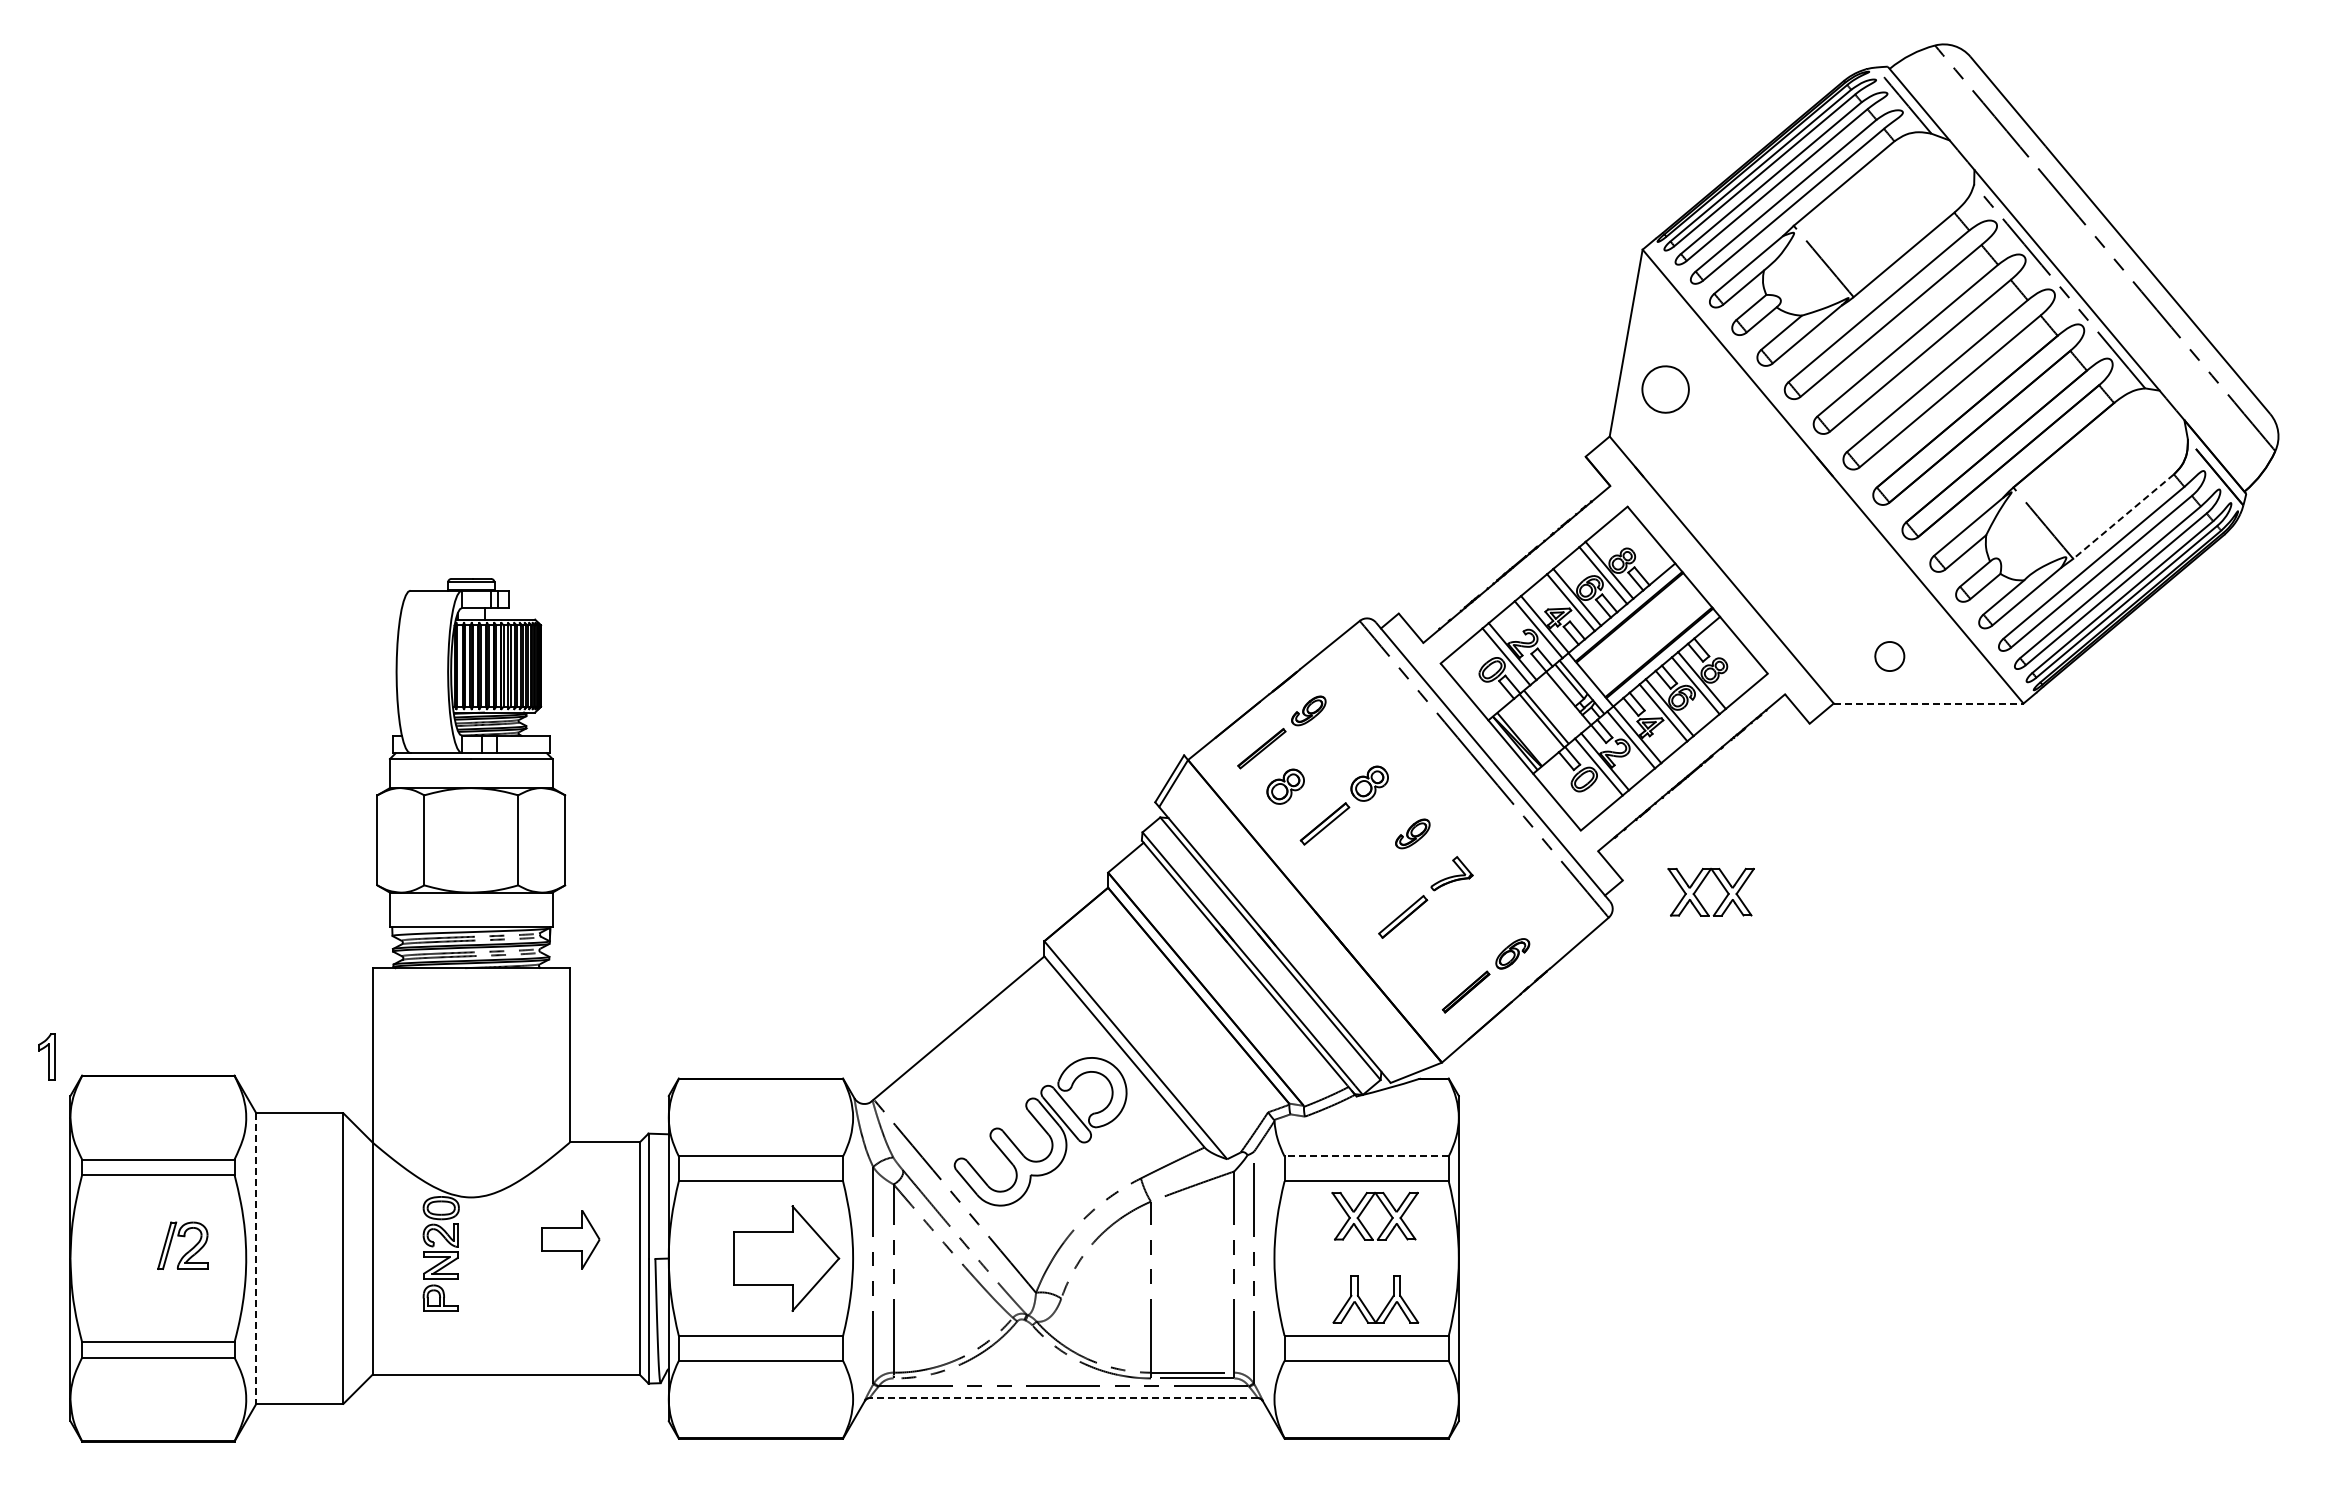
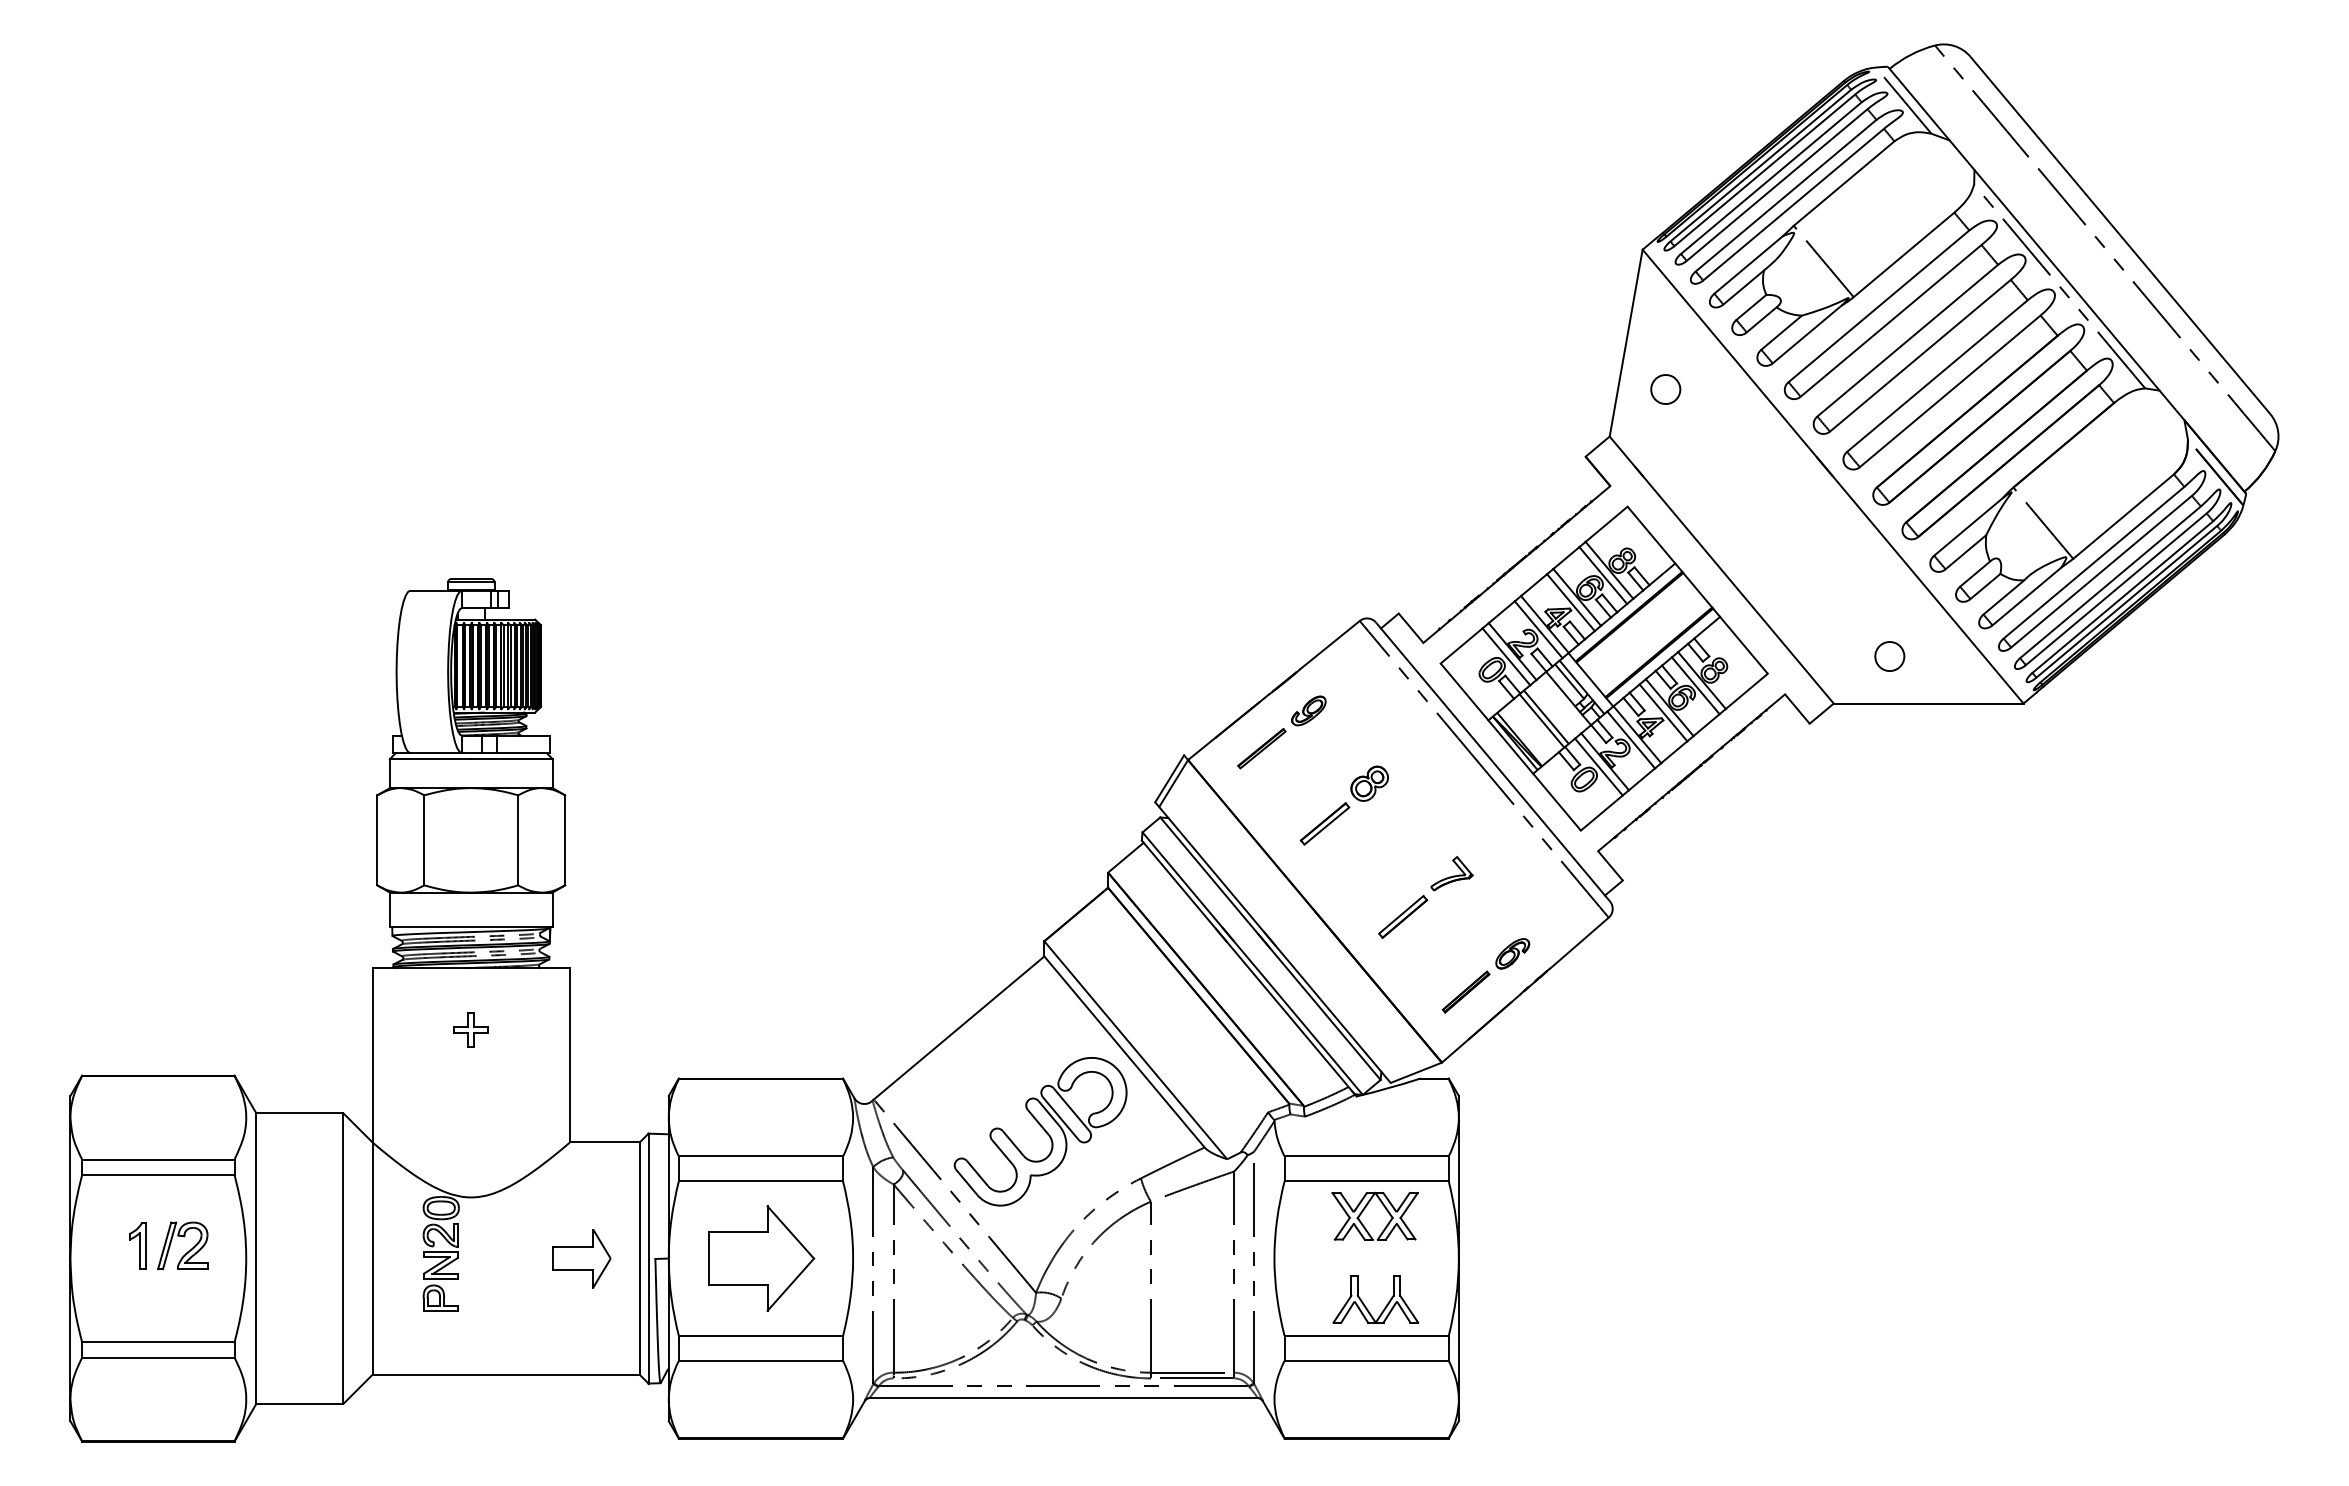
part at (1665, 389) size: 49x49 px -> 32x31 px
line at (2123, 516): dashed -> solid
line at (1928, 703): dashed -> solid
part at (1285, 786): present -> none
part at (1412, 833): present -> none
part at (1700, 886): present -> none
part at (470, 1029): none -> present
part at (46, 1056) position: (46, 1056) -> (137, 1245)
line at (1366, 1156): dashed -> solid
part at (570, 1239) position: (570, 1239) -> (581, 1258)
part at (786, 1258) position: (786, 1258) -> (761, 1258)
line at (256, 1259): dashed -> solid
line at (1063, 1398): dashed -> solid
